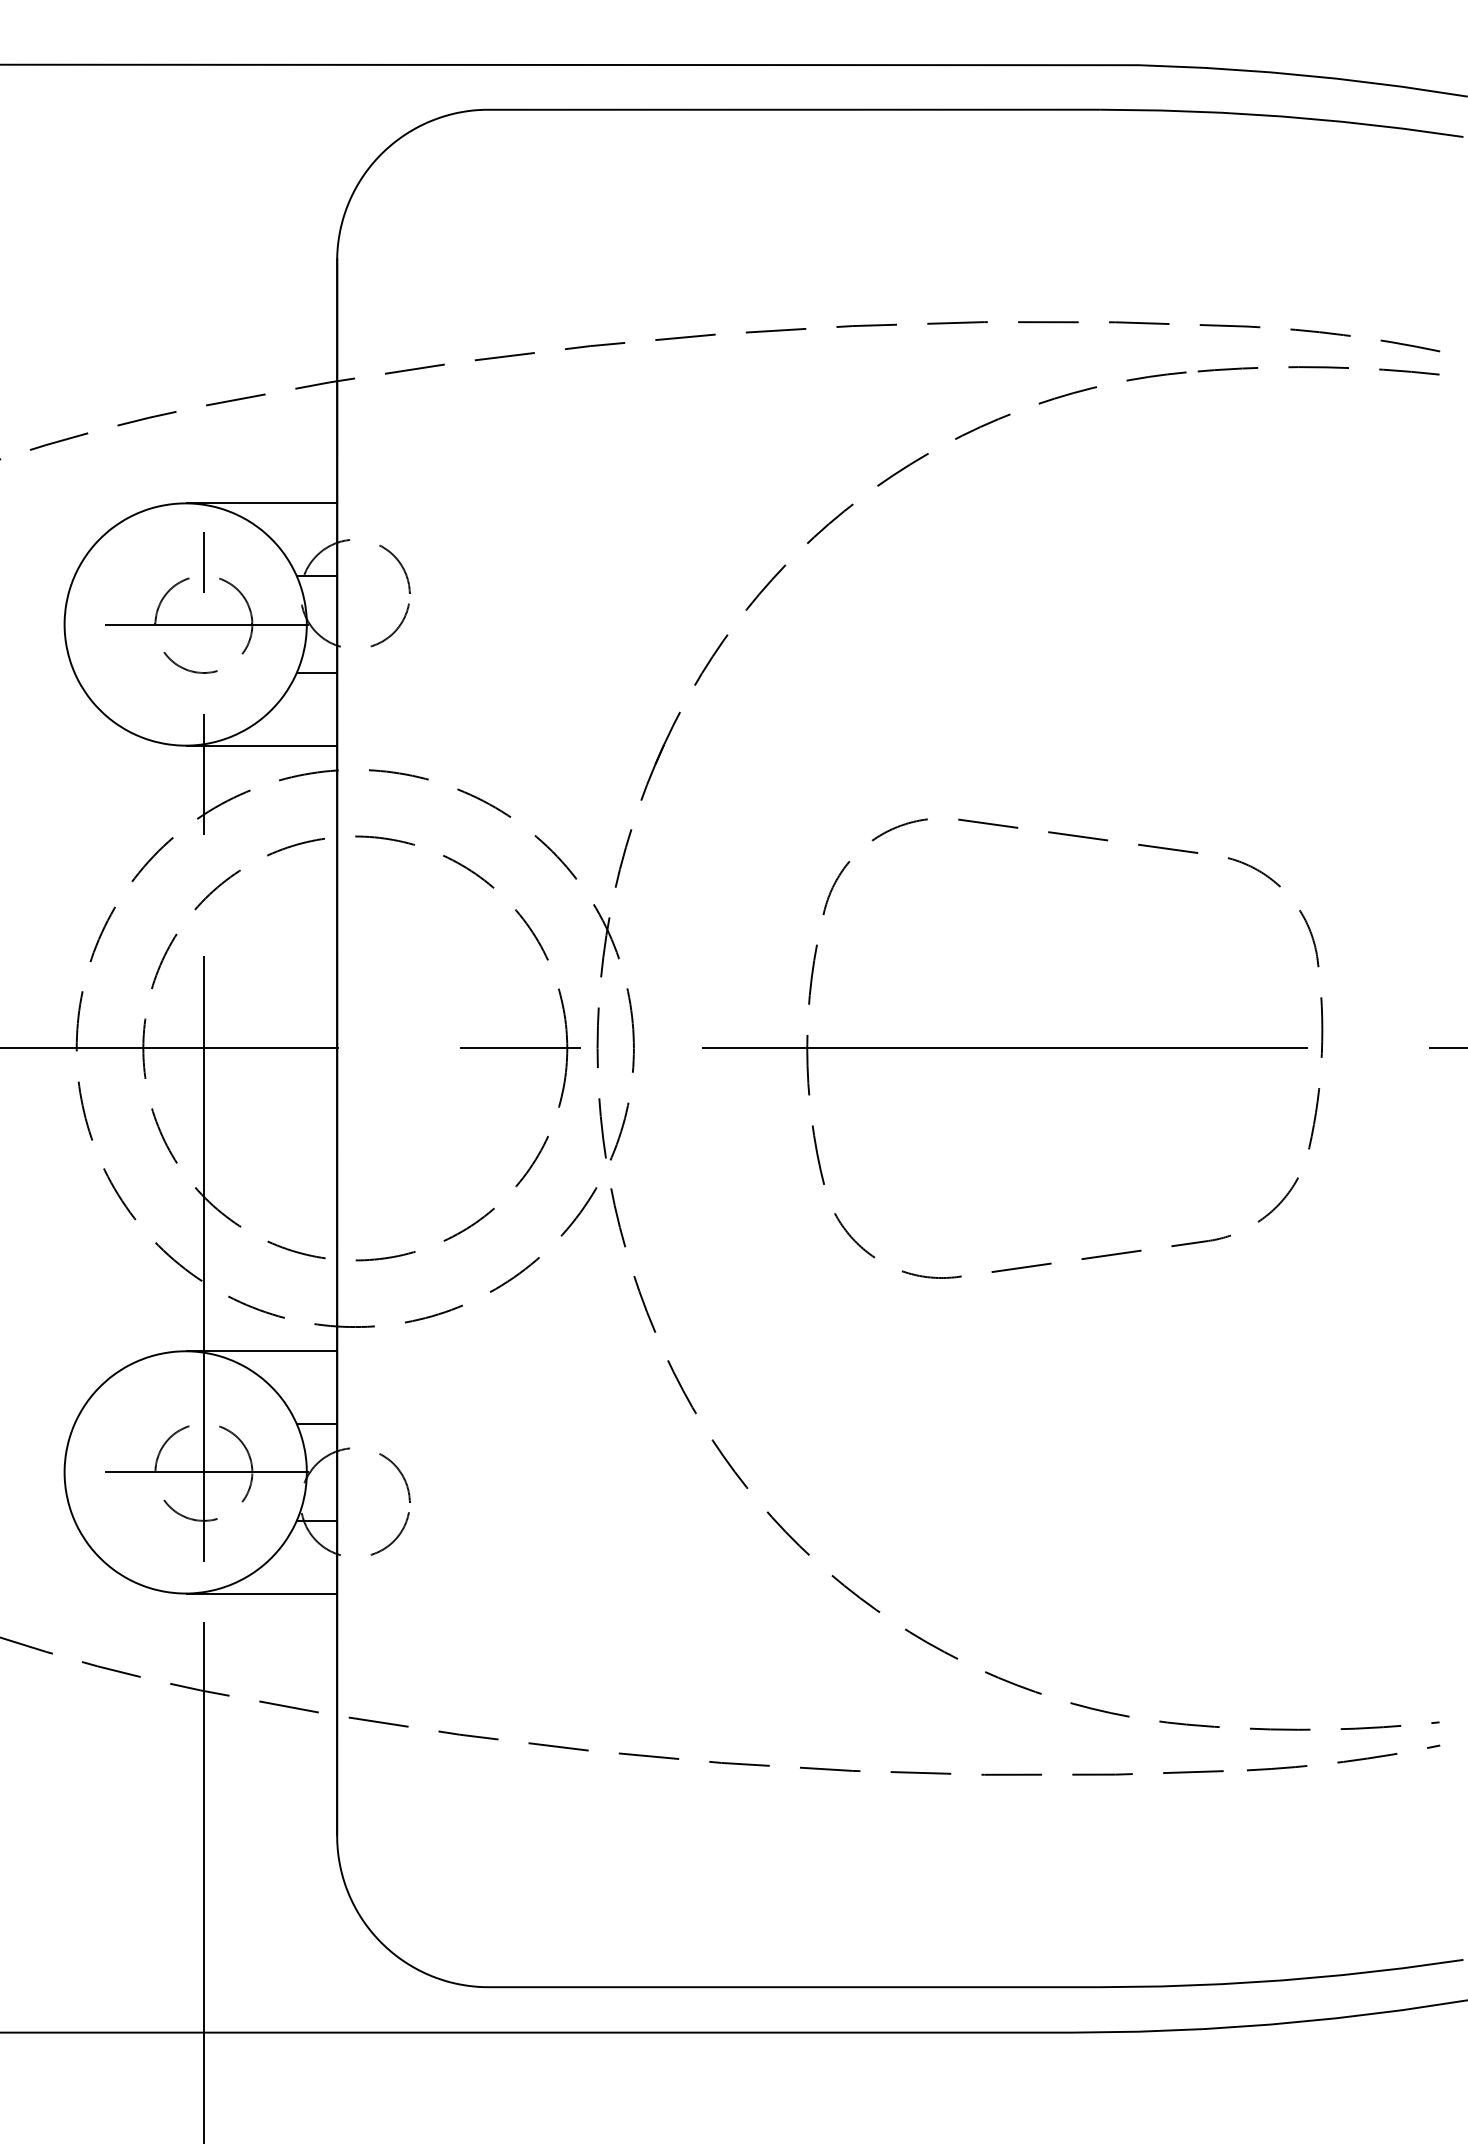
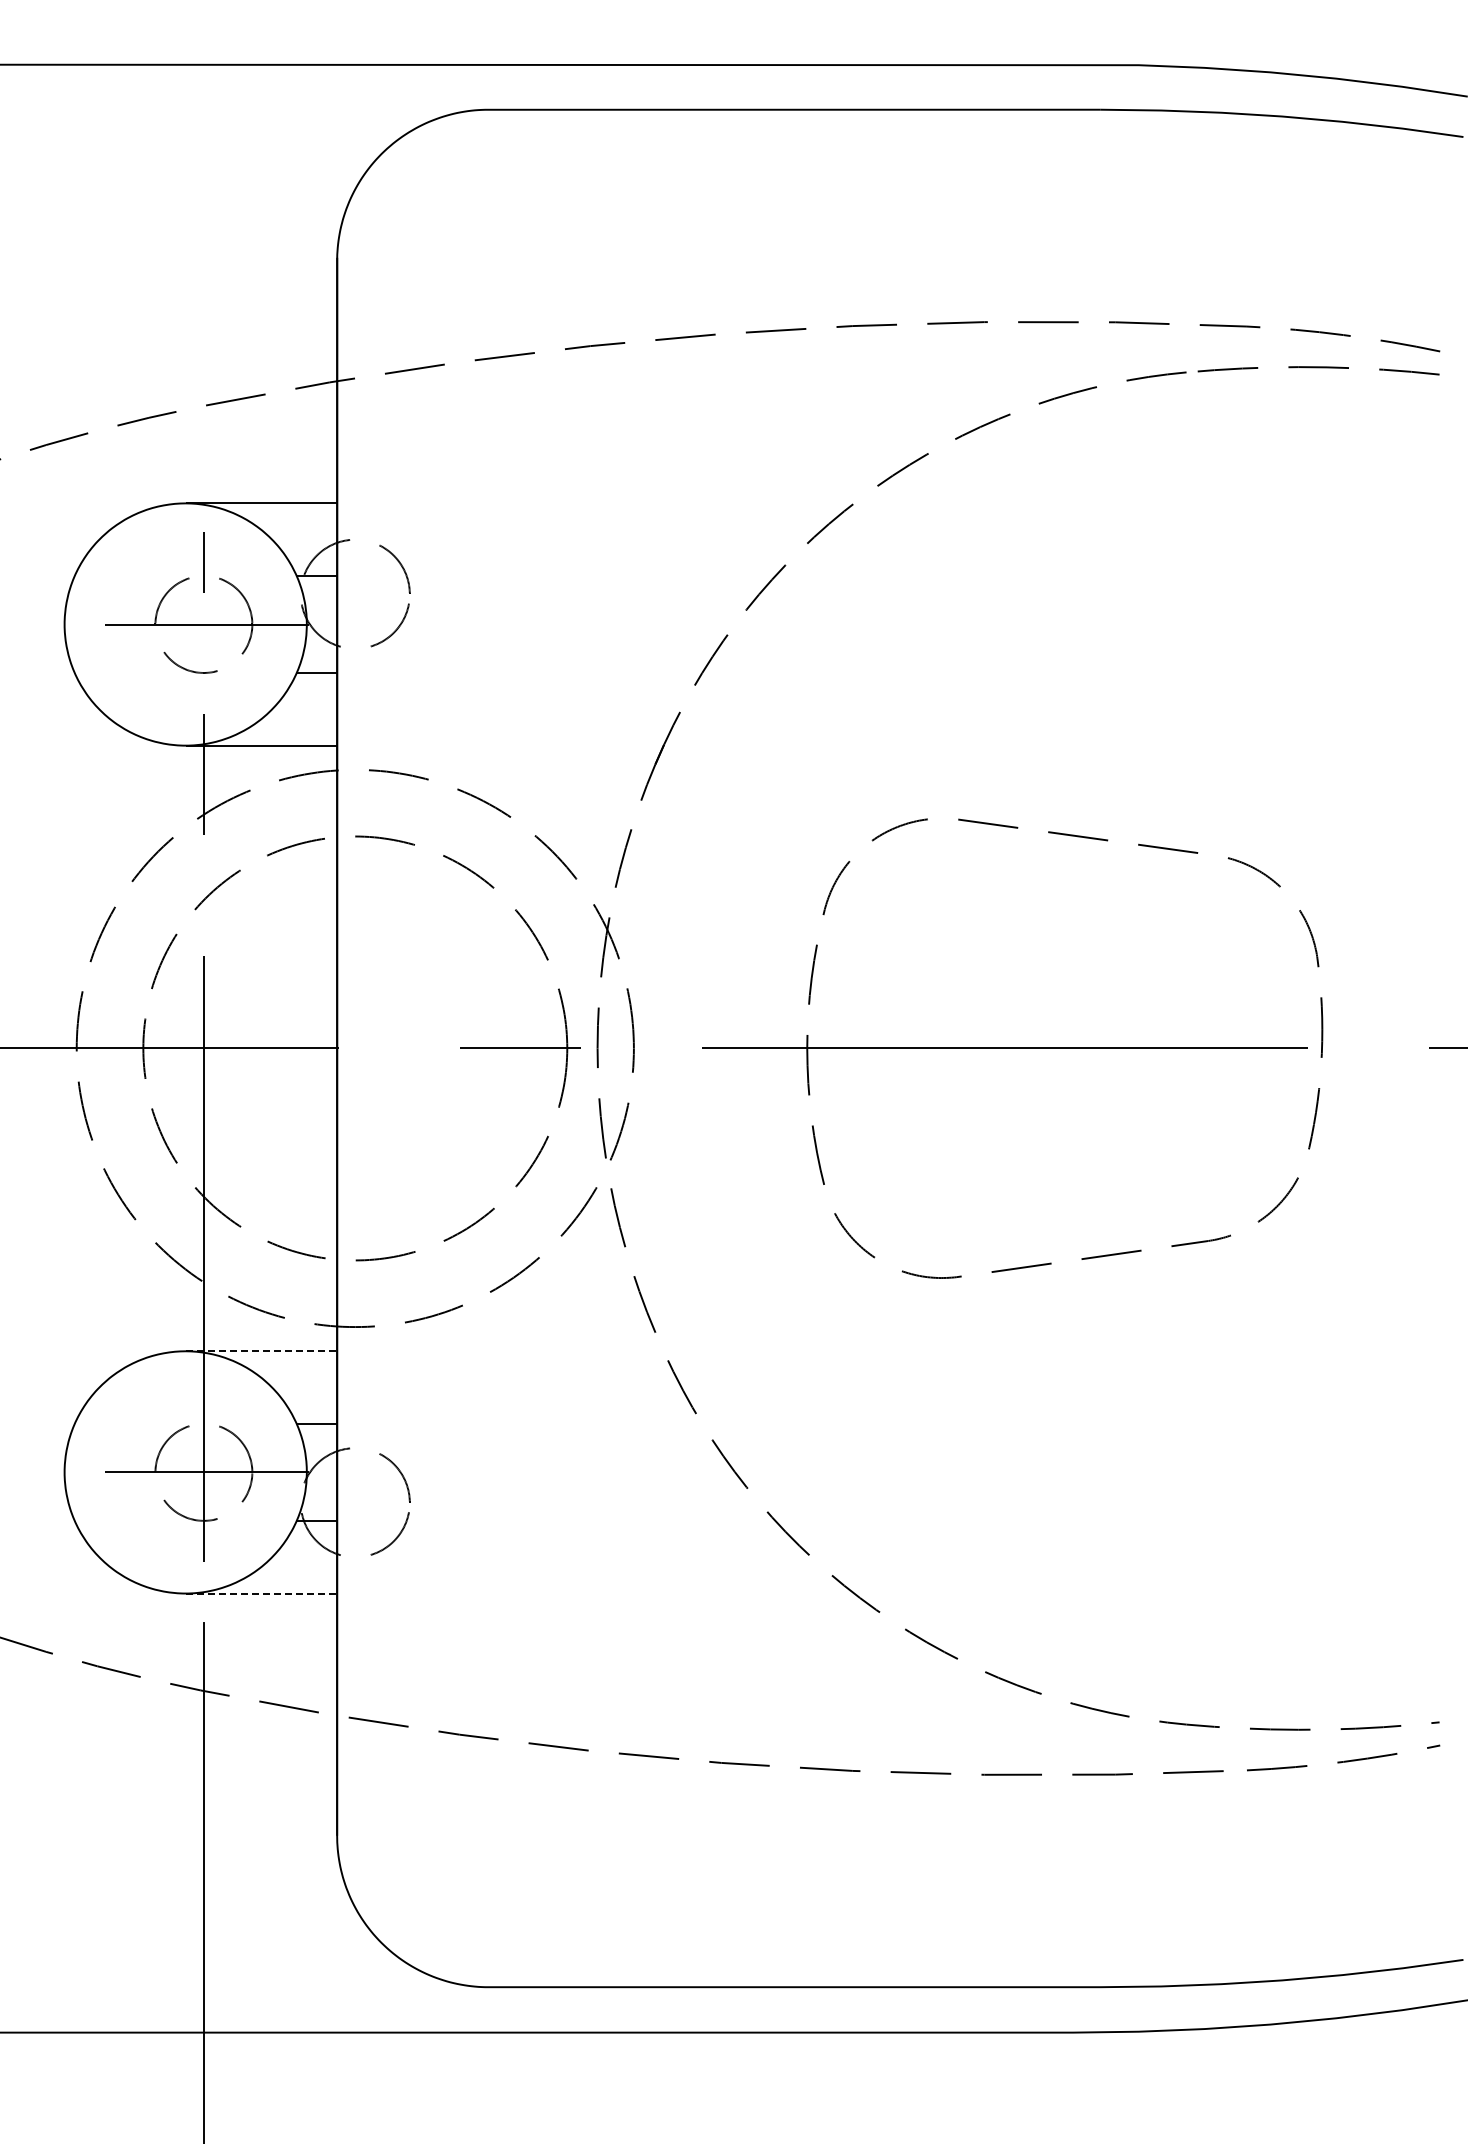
line at (261, 1351): solid -> dashed
line at (261, 1593): solid -> dashed
